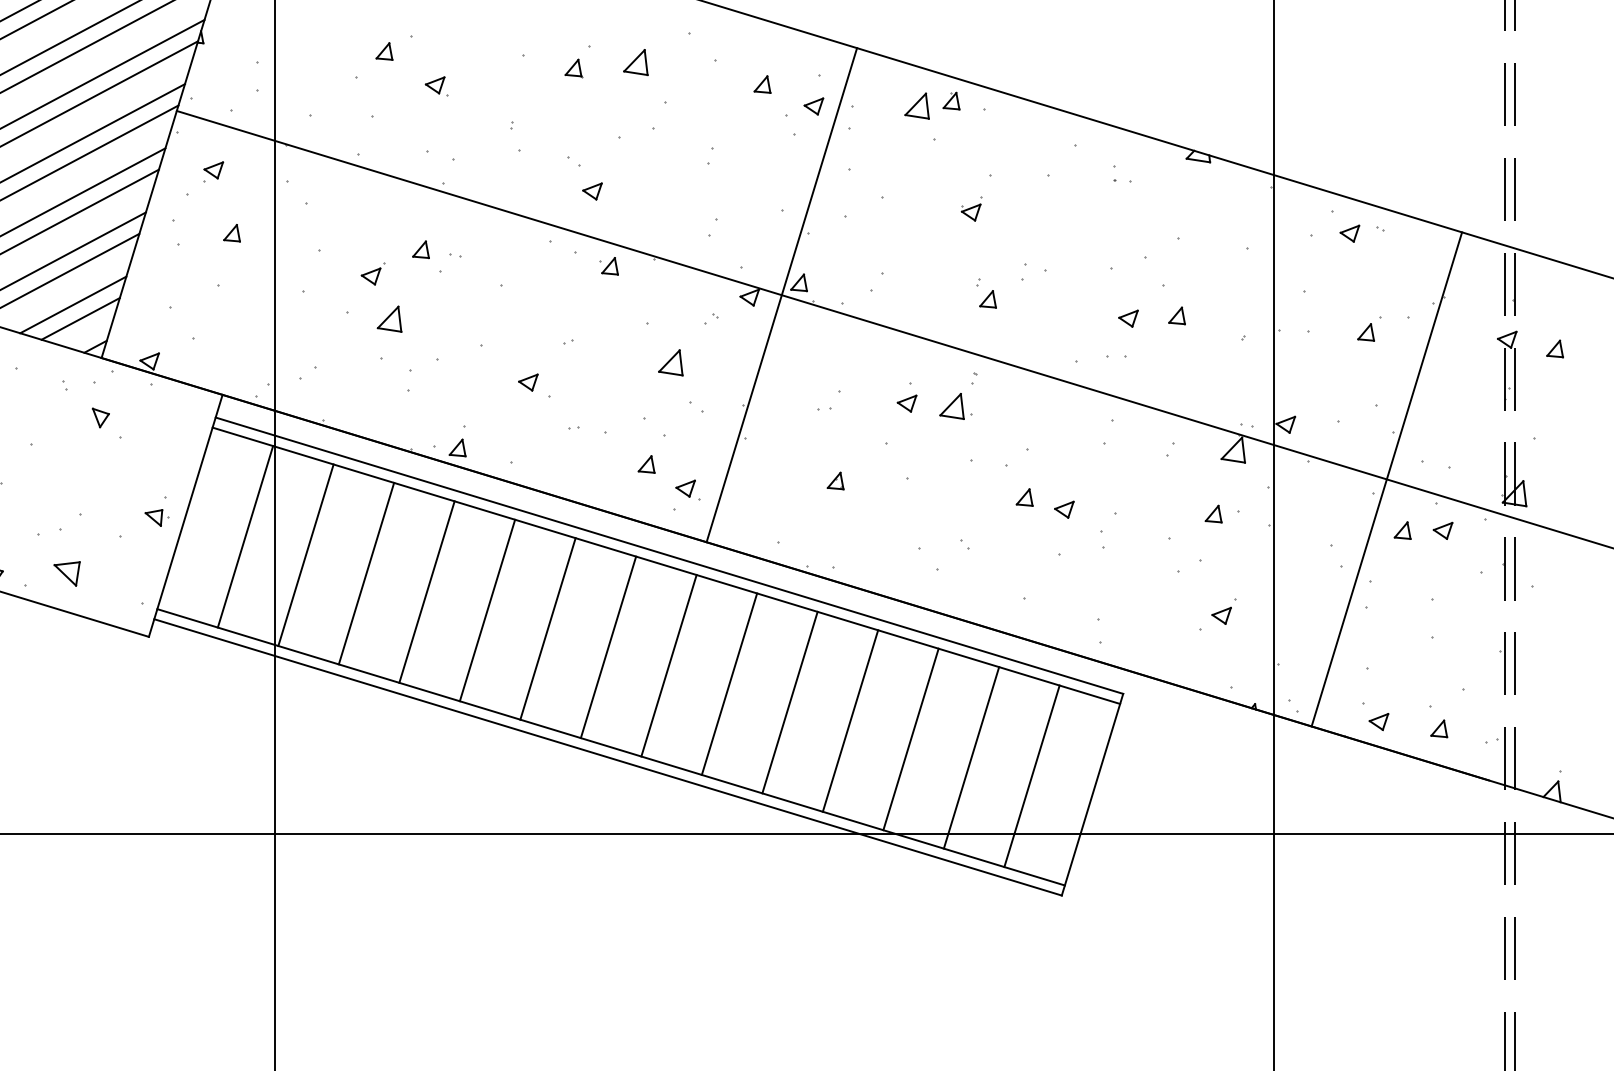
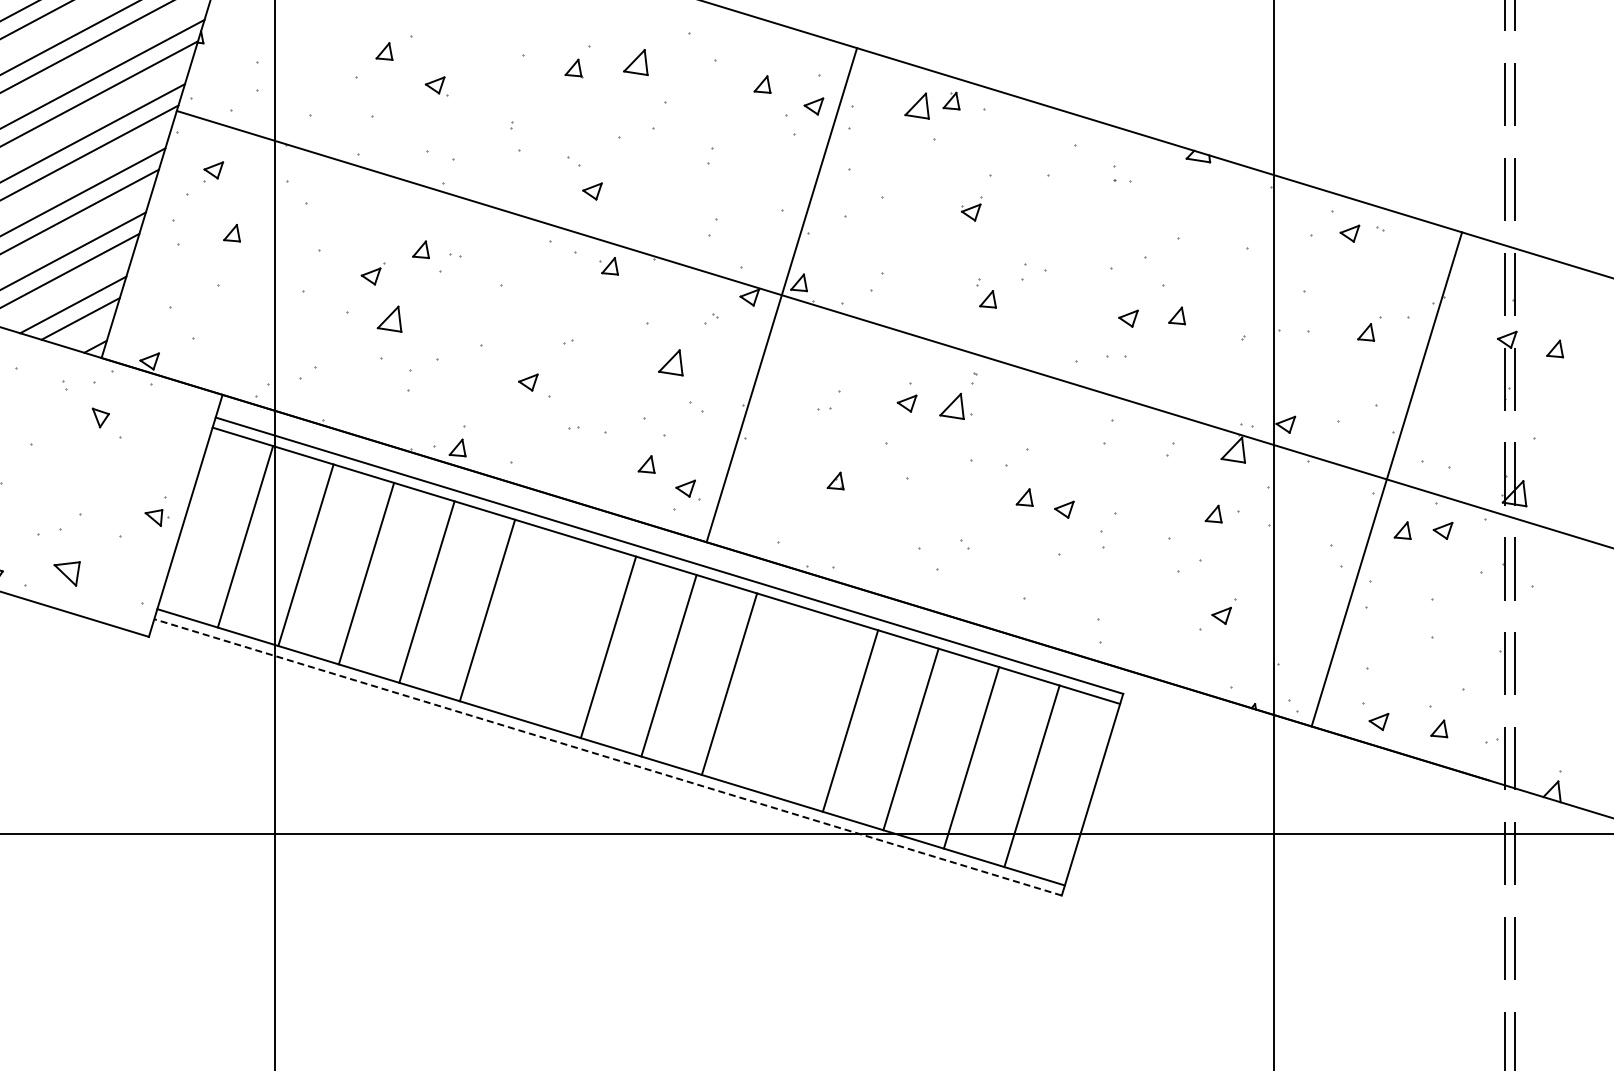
line at (547, 628): present -> none
line at (789, 702): present -> none
line at (607, 757): solid -> dashed
